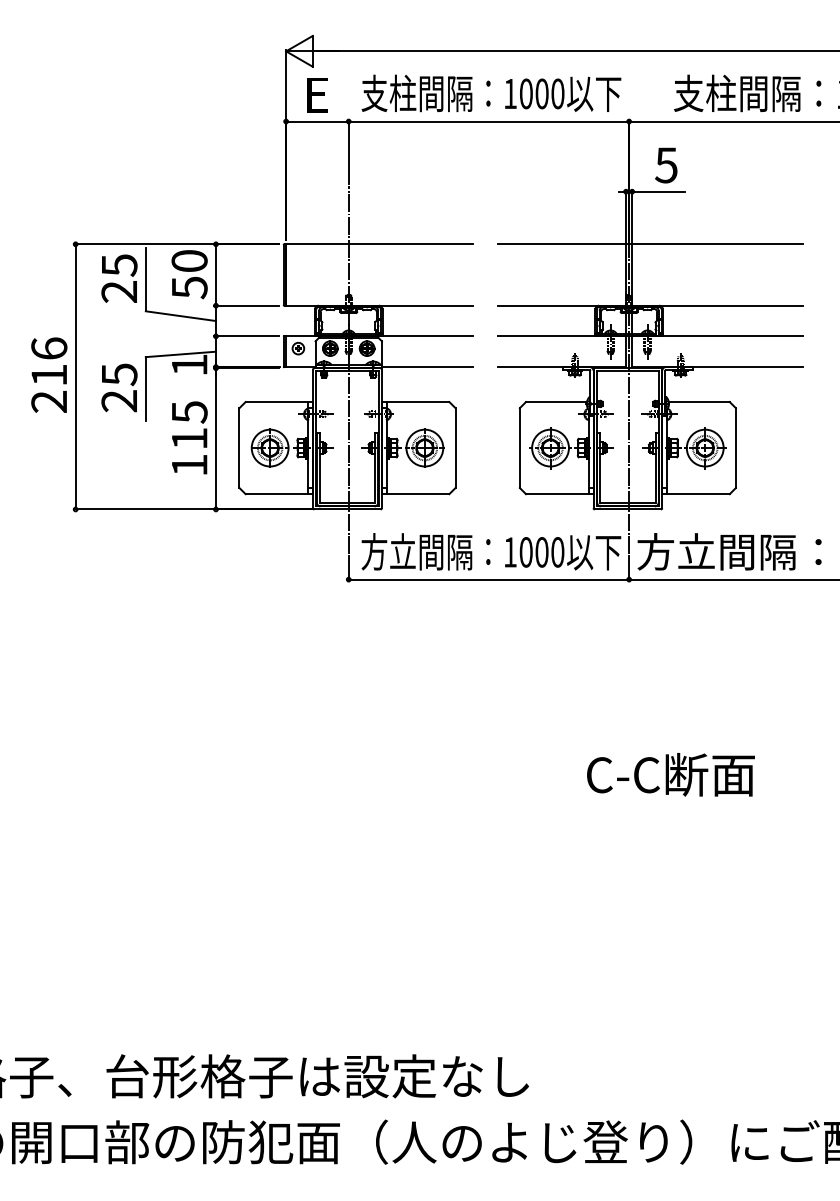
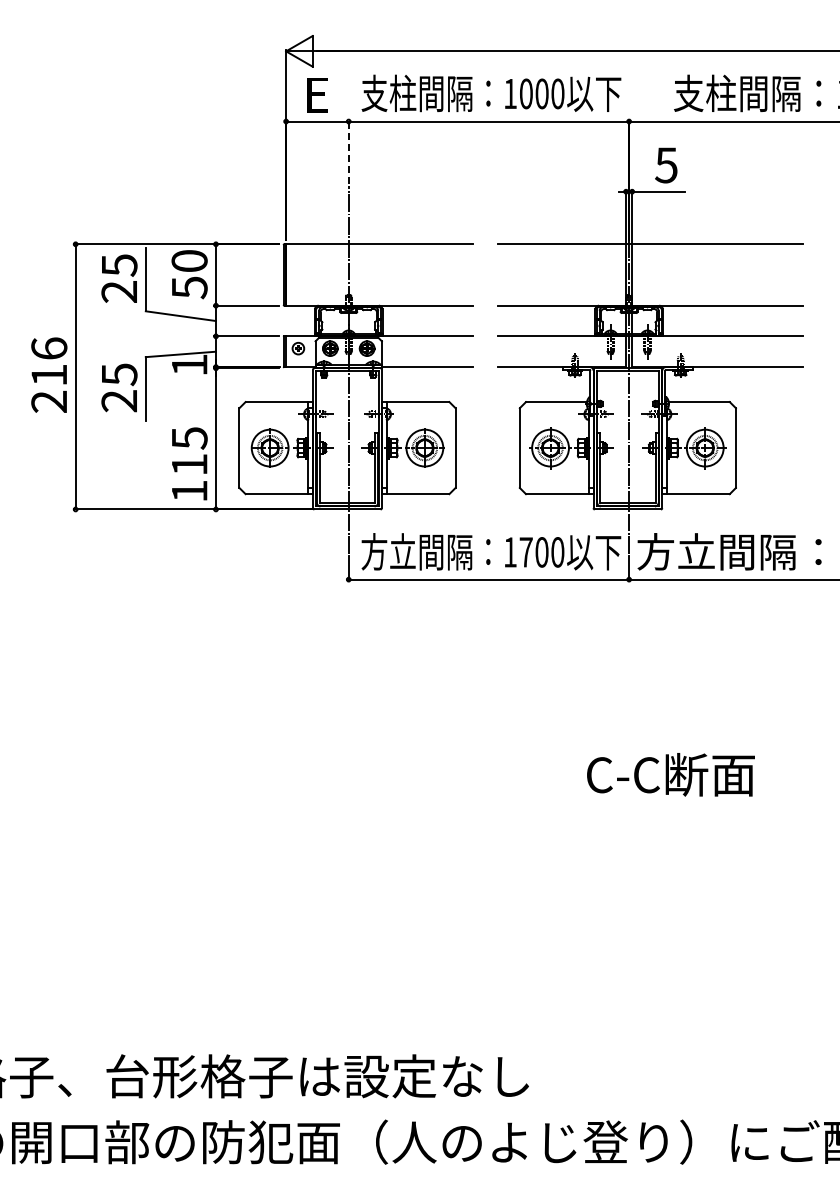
line at (348, 151): solid -> dashed
text at (189, 437) position: (189, 437) -> (189, 463)
text at (525, 552): 1000 -> 1700
